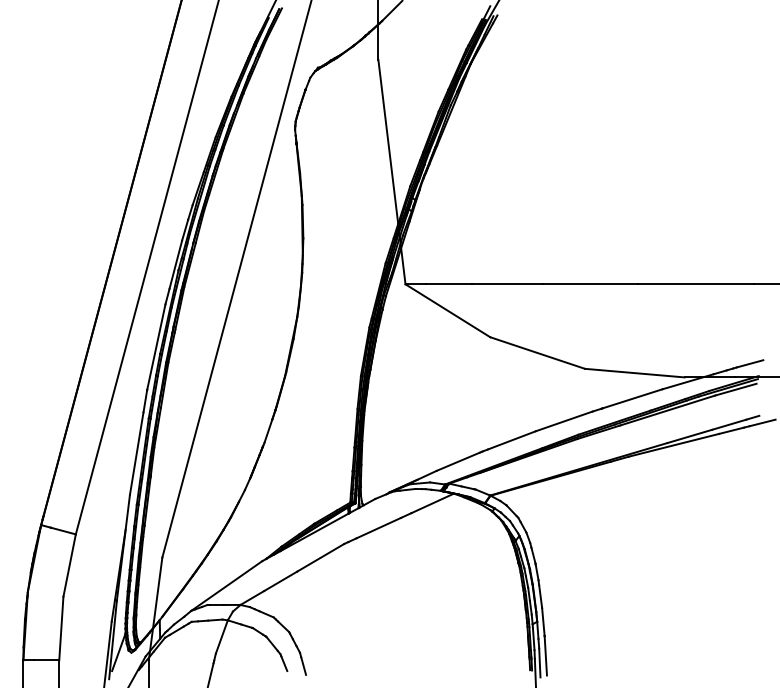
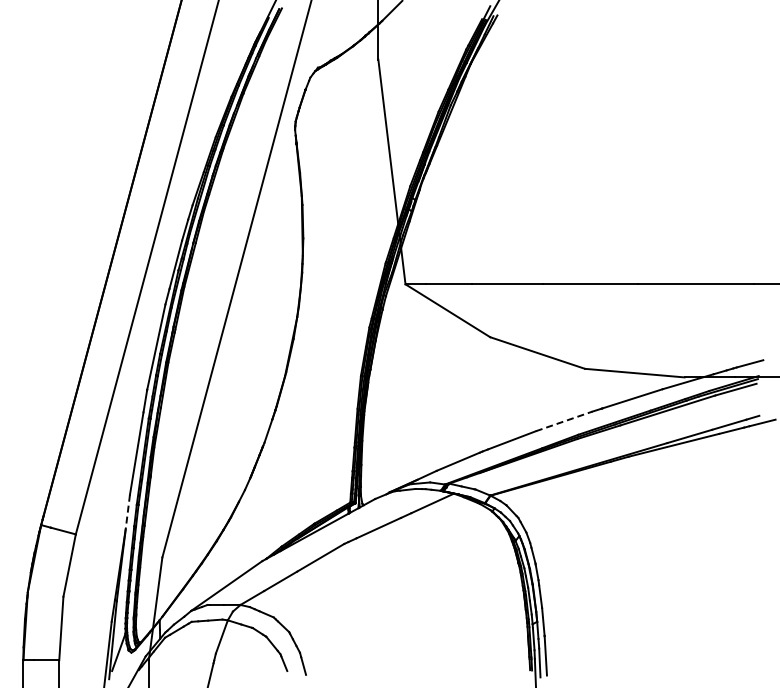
line at (564, 421): solid -> dashed
line at (127, 514): solid -> dashed
